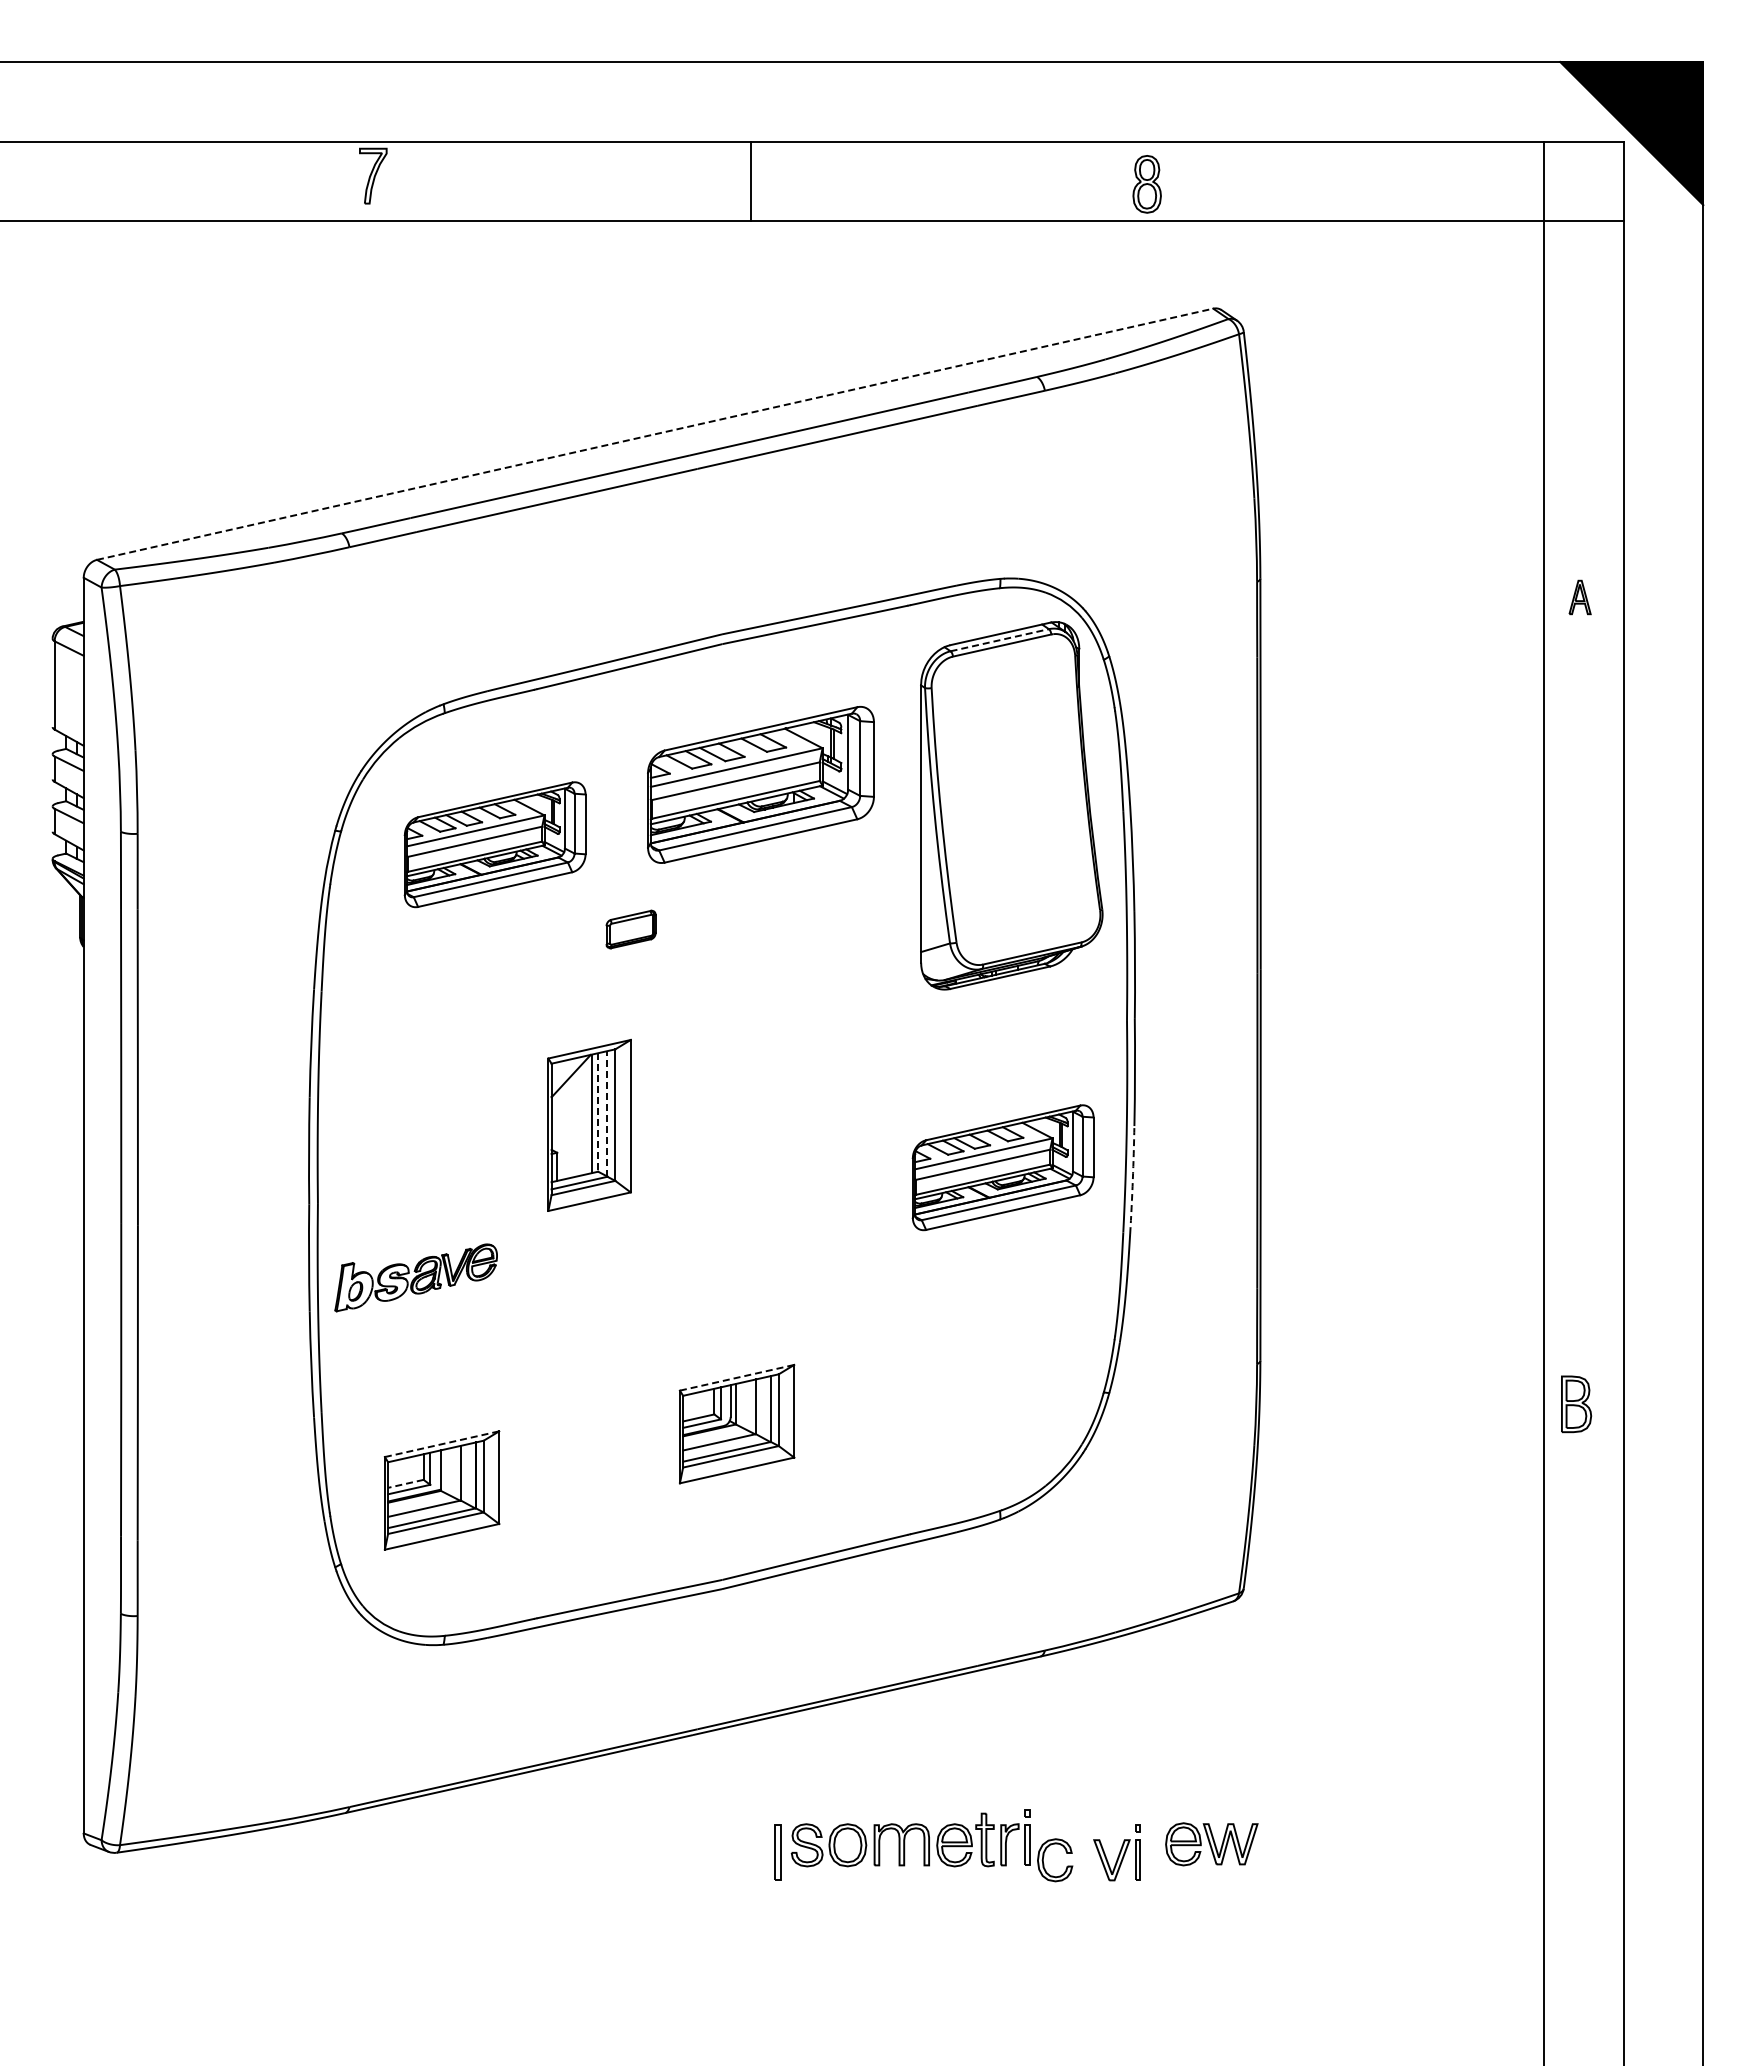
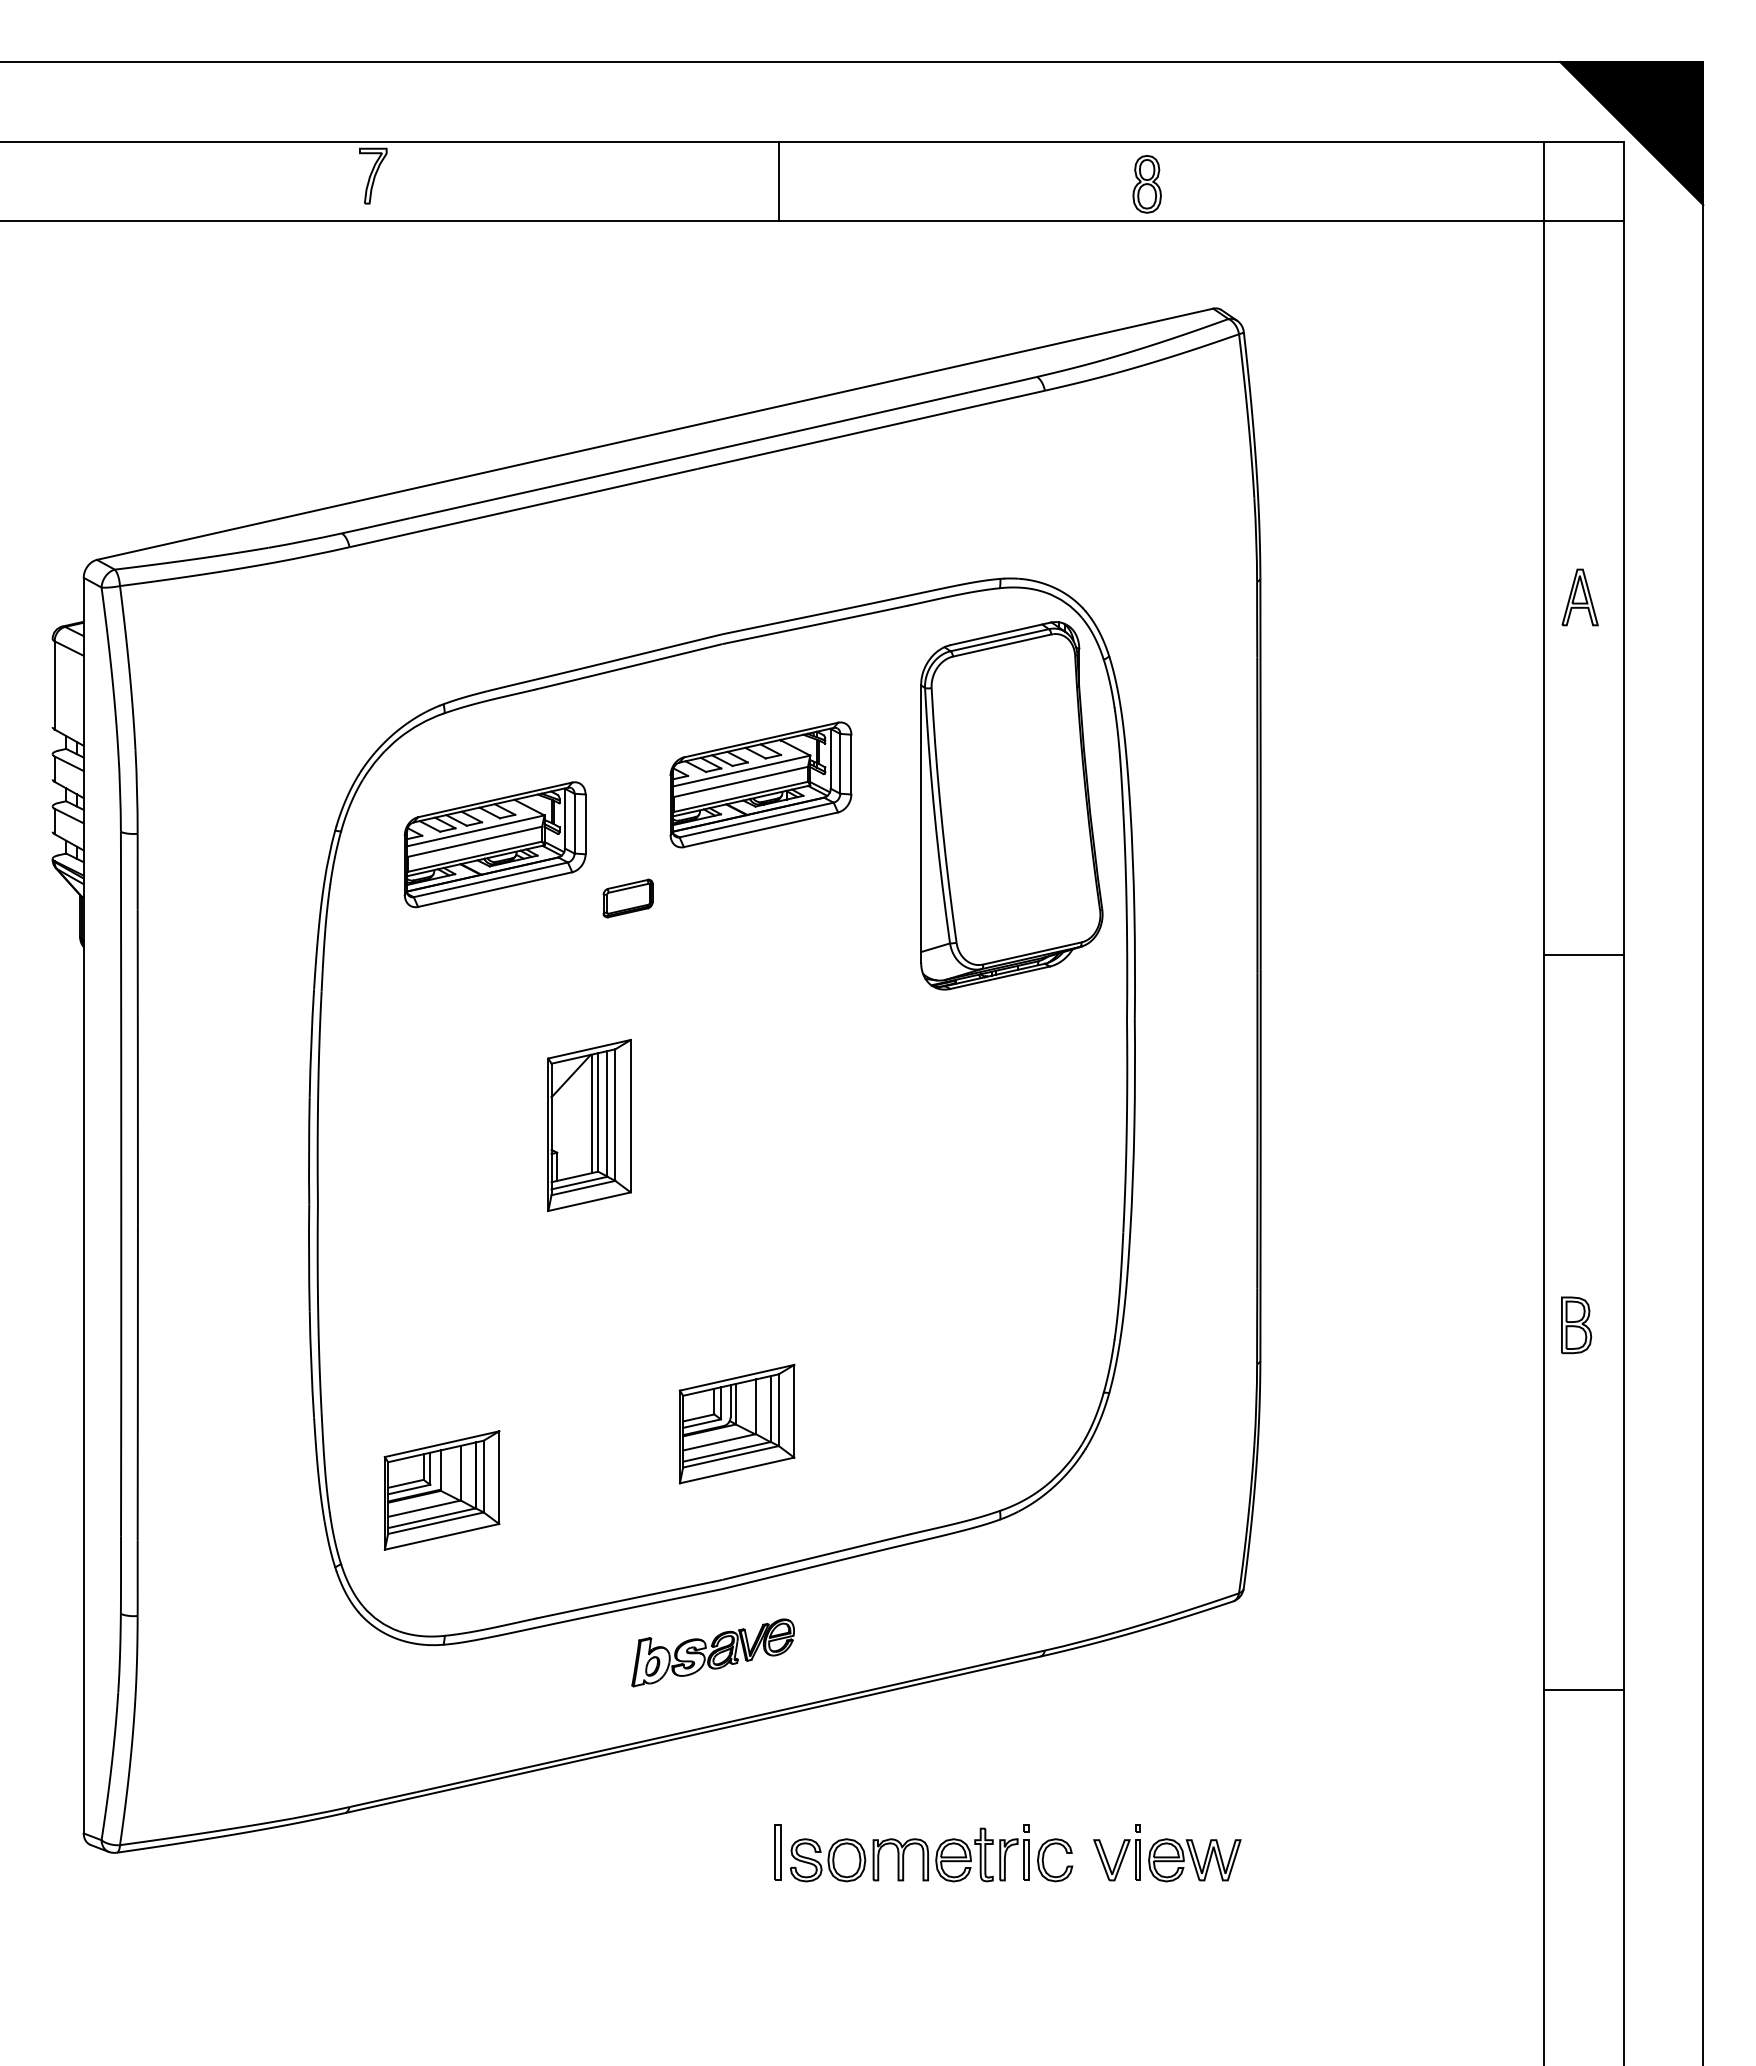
line at (750, 181) position: (750, 181) -> (778, 181)
line at (655, 434): dashed -> solid
part at (1579, 597) size: 24x37 px -> 38x59 px
line at (1000, 640): dashed -> solid
part at (760, 784) size: 228x158 px -> 184x128 px
part at (630, 929) position: (630, 929) -> (627, 898)
line at (1583, 955): none -> present
line at (598, 1112): dashed -> solid
line at (607, 1113): dashed -> solid
part at (1002, 1167): present -> none
arc at (1132, 1180): dashed -> solid
part at (415, 1277) position: (415, 1277) -> (712, 1652)
line at (737, 1377): dashed -> solid
part at (1576, 1404) position: (1576, 1404) -> (1576, 1325)
line at (442, 1444): dashed -> solid
line at (405, 1483): dashed -> solid
line at (1583, 1689): none -> present
part at (910, 1838) position: (910, 1838) -> (909, 1853)
part at (1211, 1844) position: (1211, 1844) -> (1194, 1860)
